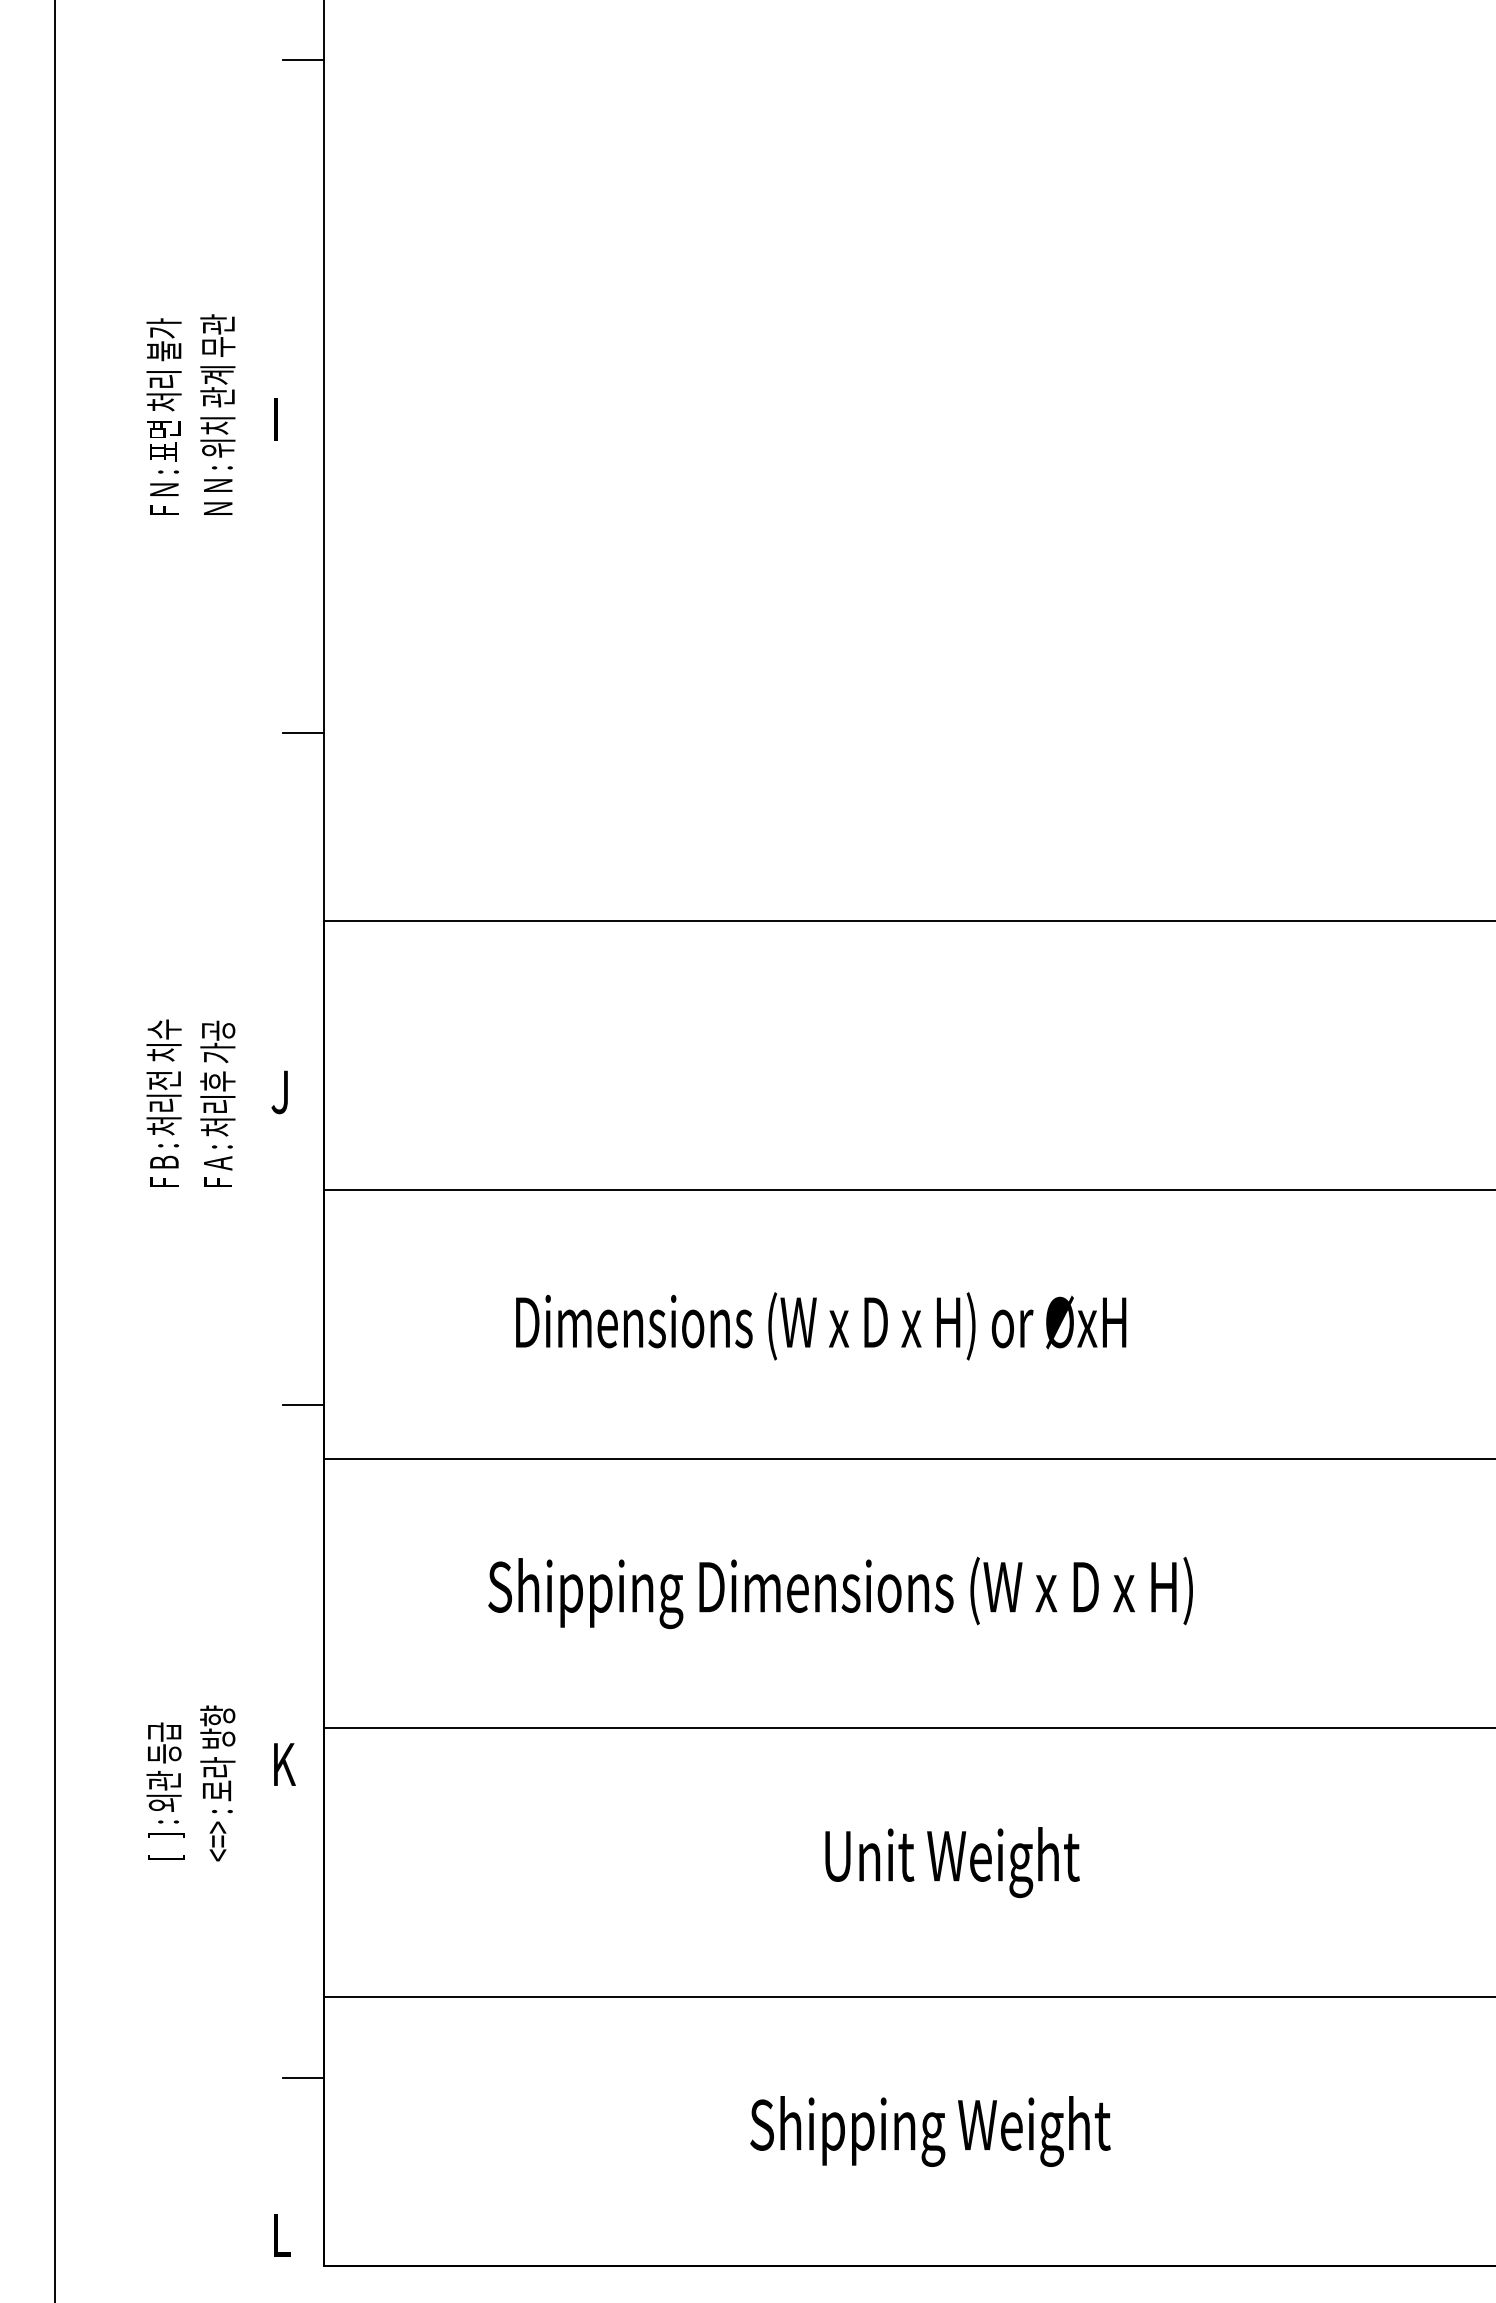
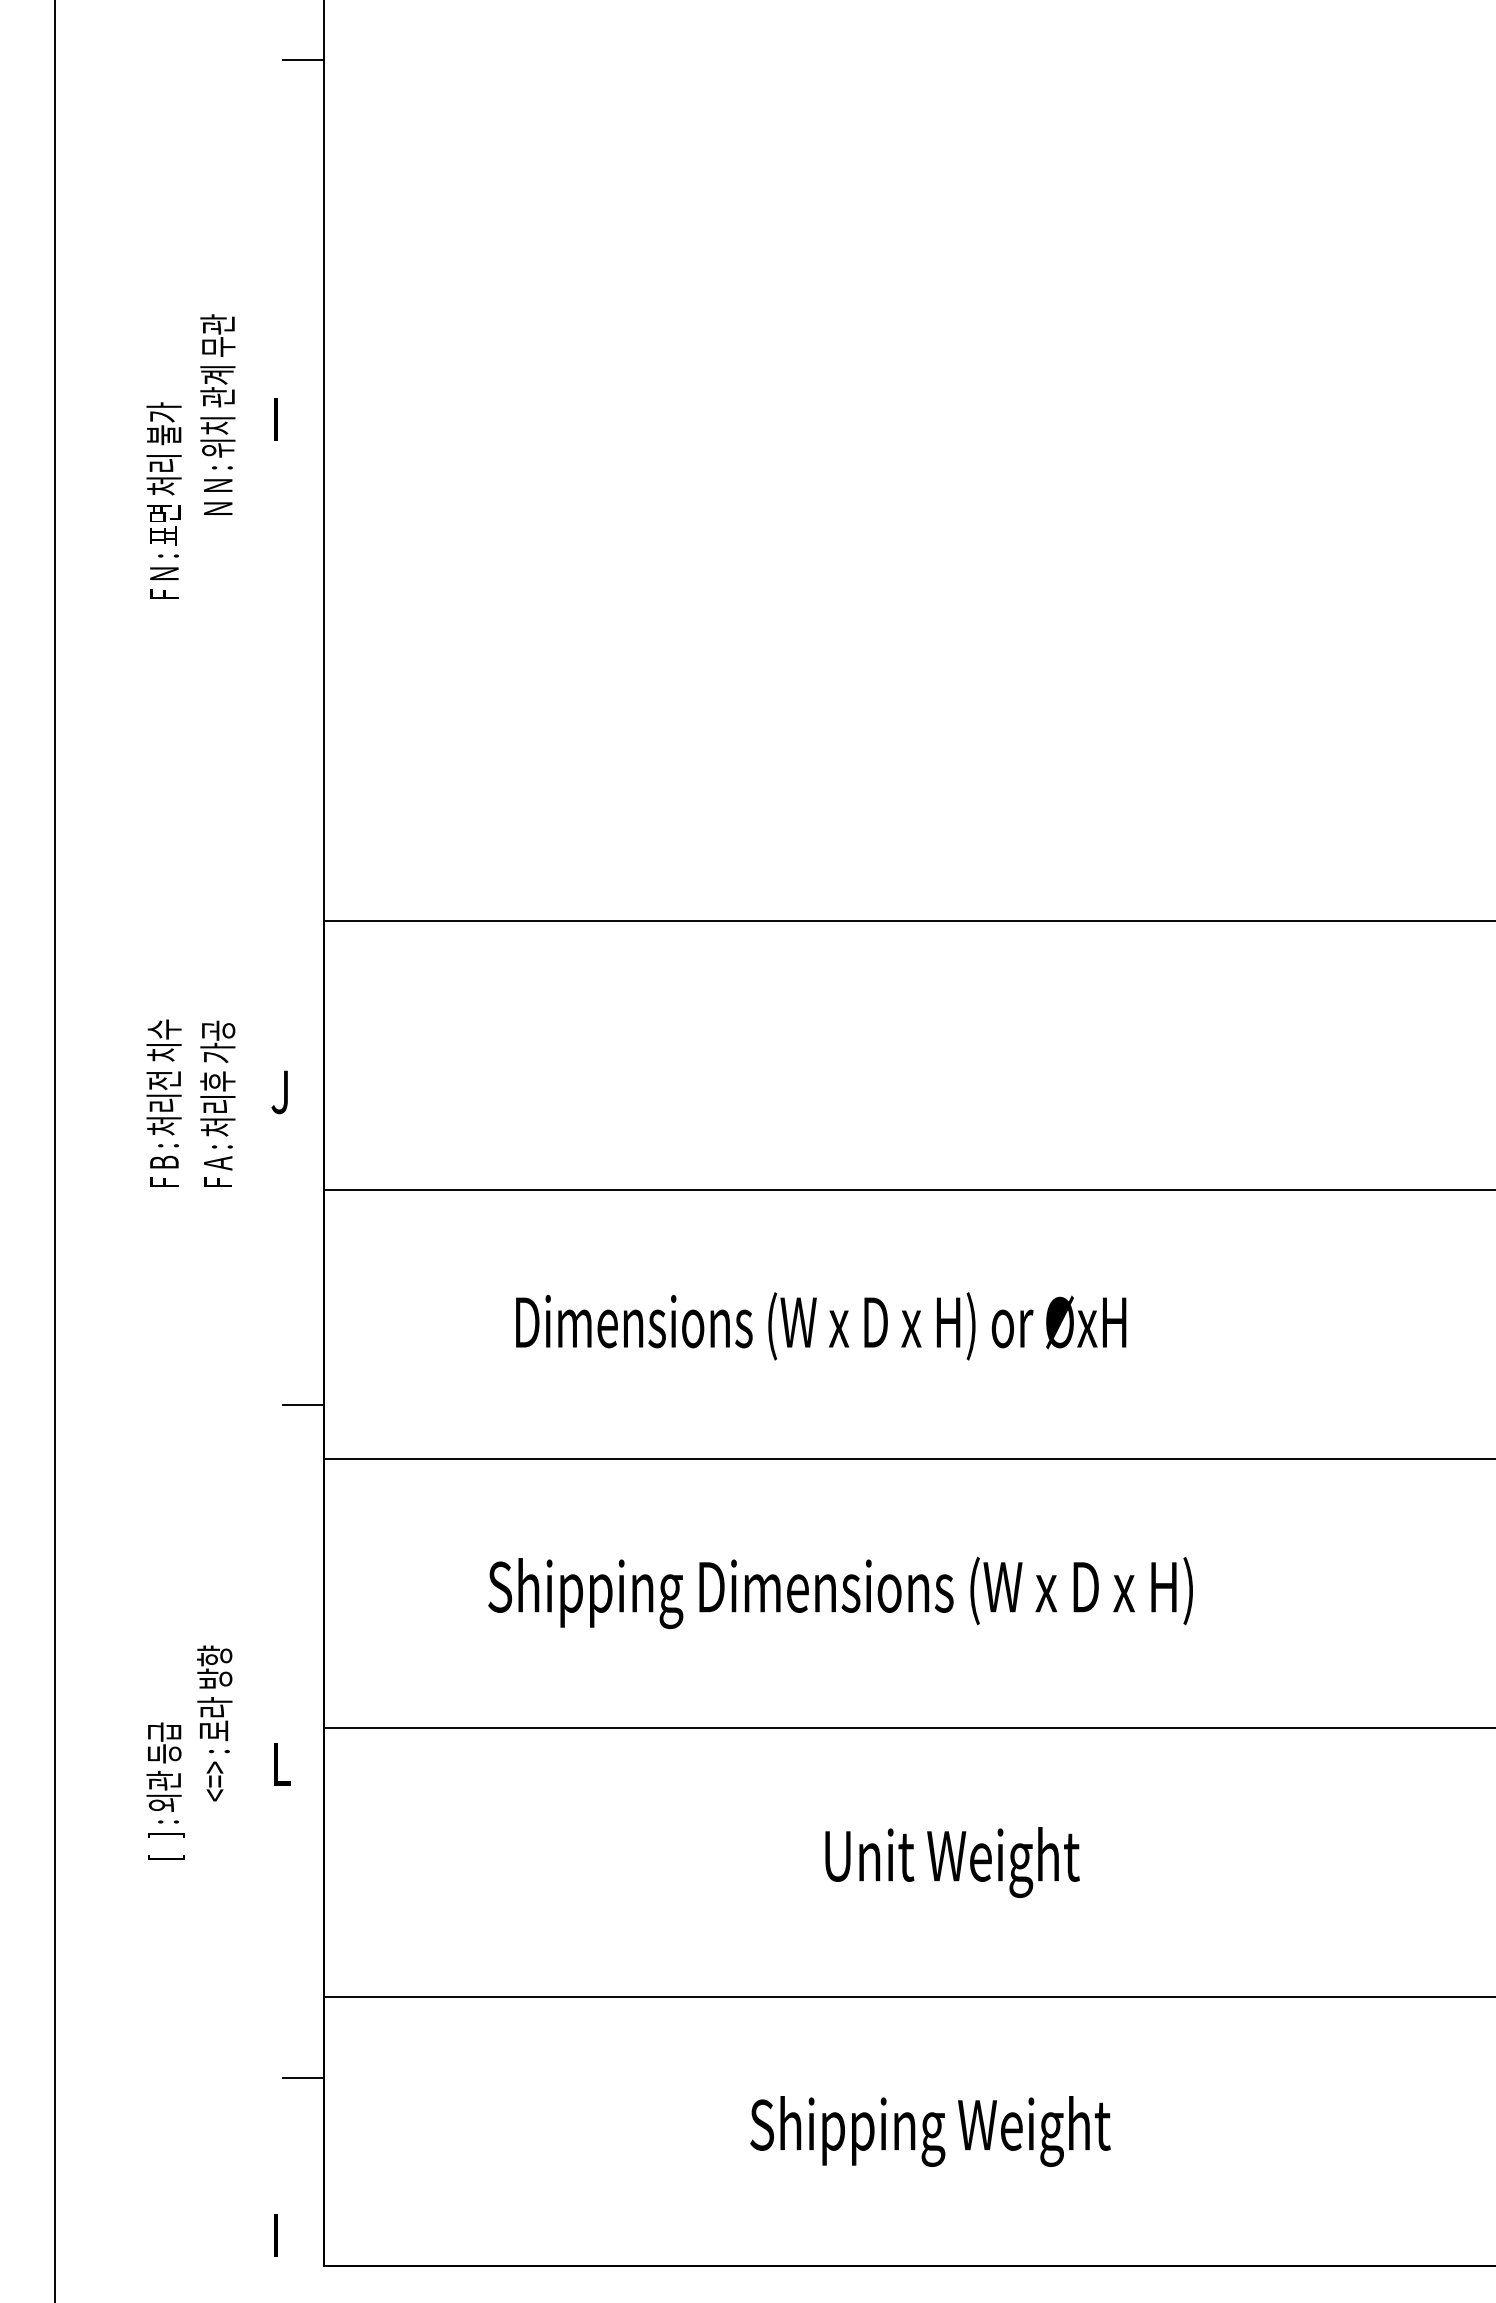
text at (163, 416) position: (163, 416) -> (163, 500)
line at (303, 732): present -> none
text at (284, 1764): K -> L
text at (217, 1783) position: (217, 1783) -> (214, 1723)
text at (284, 2254): L -> I
